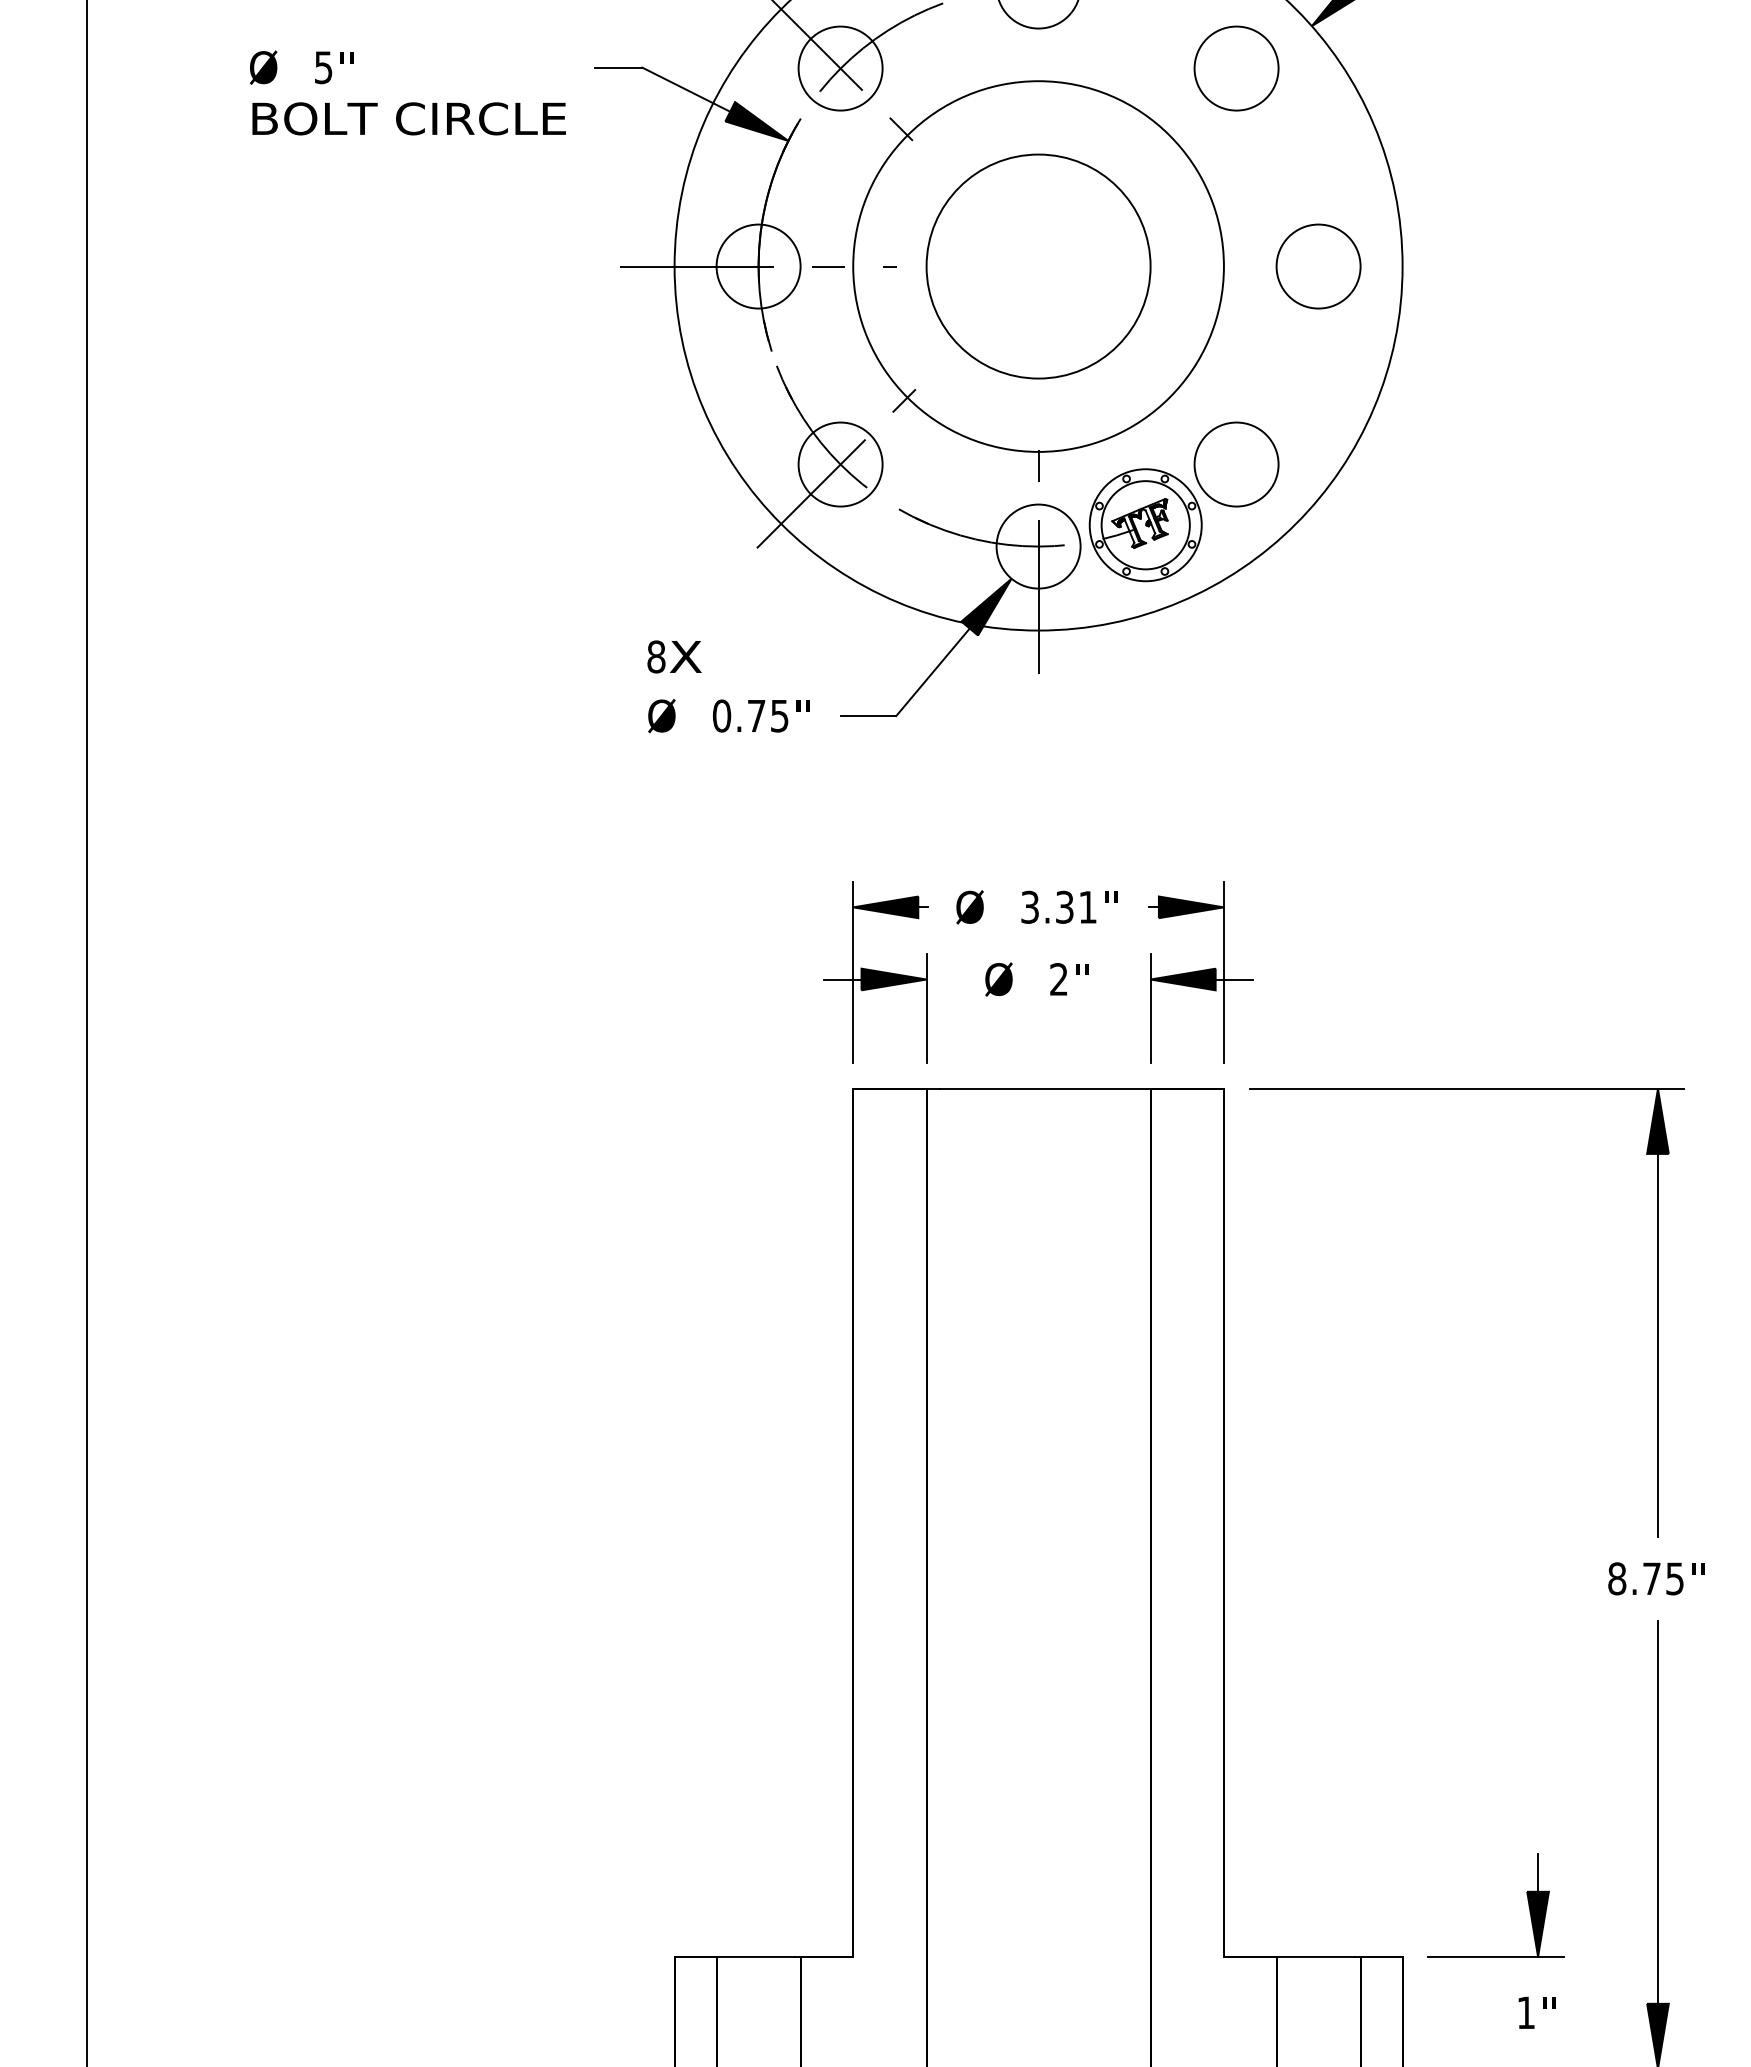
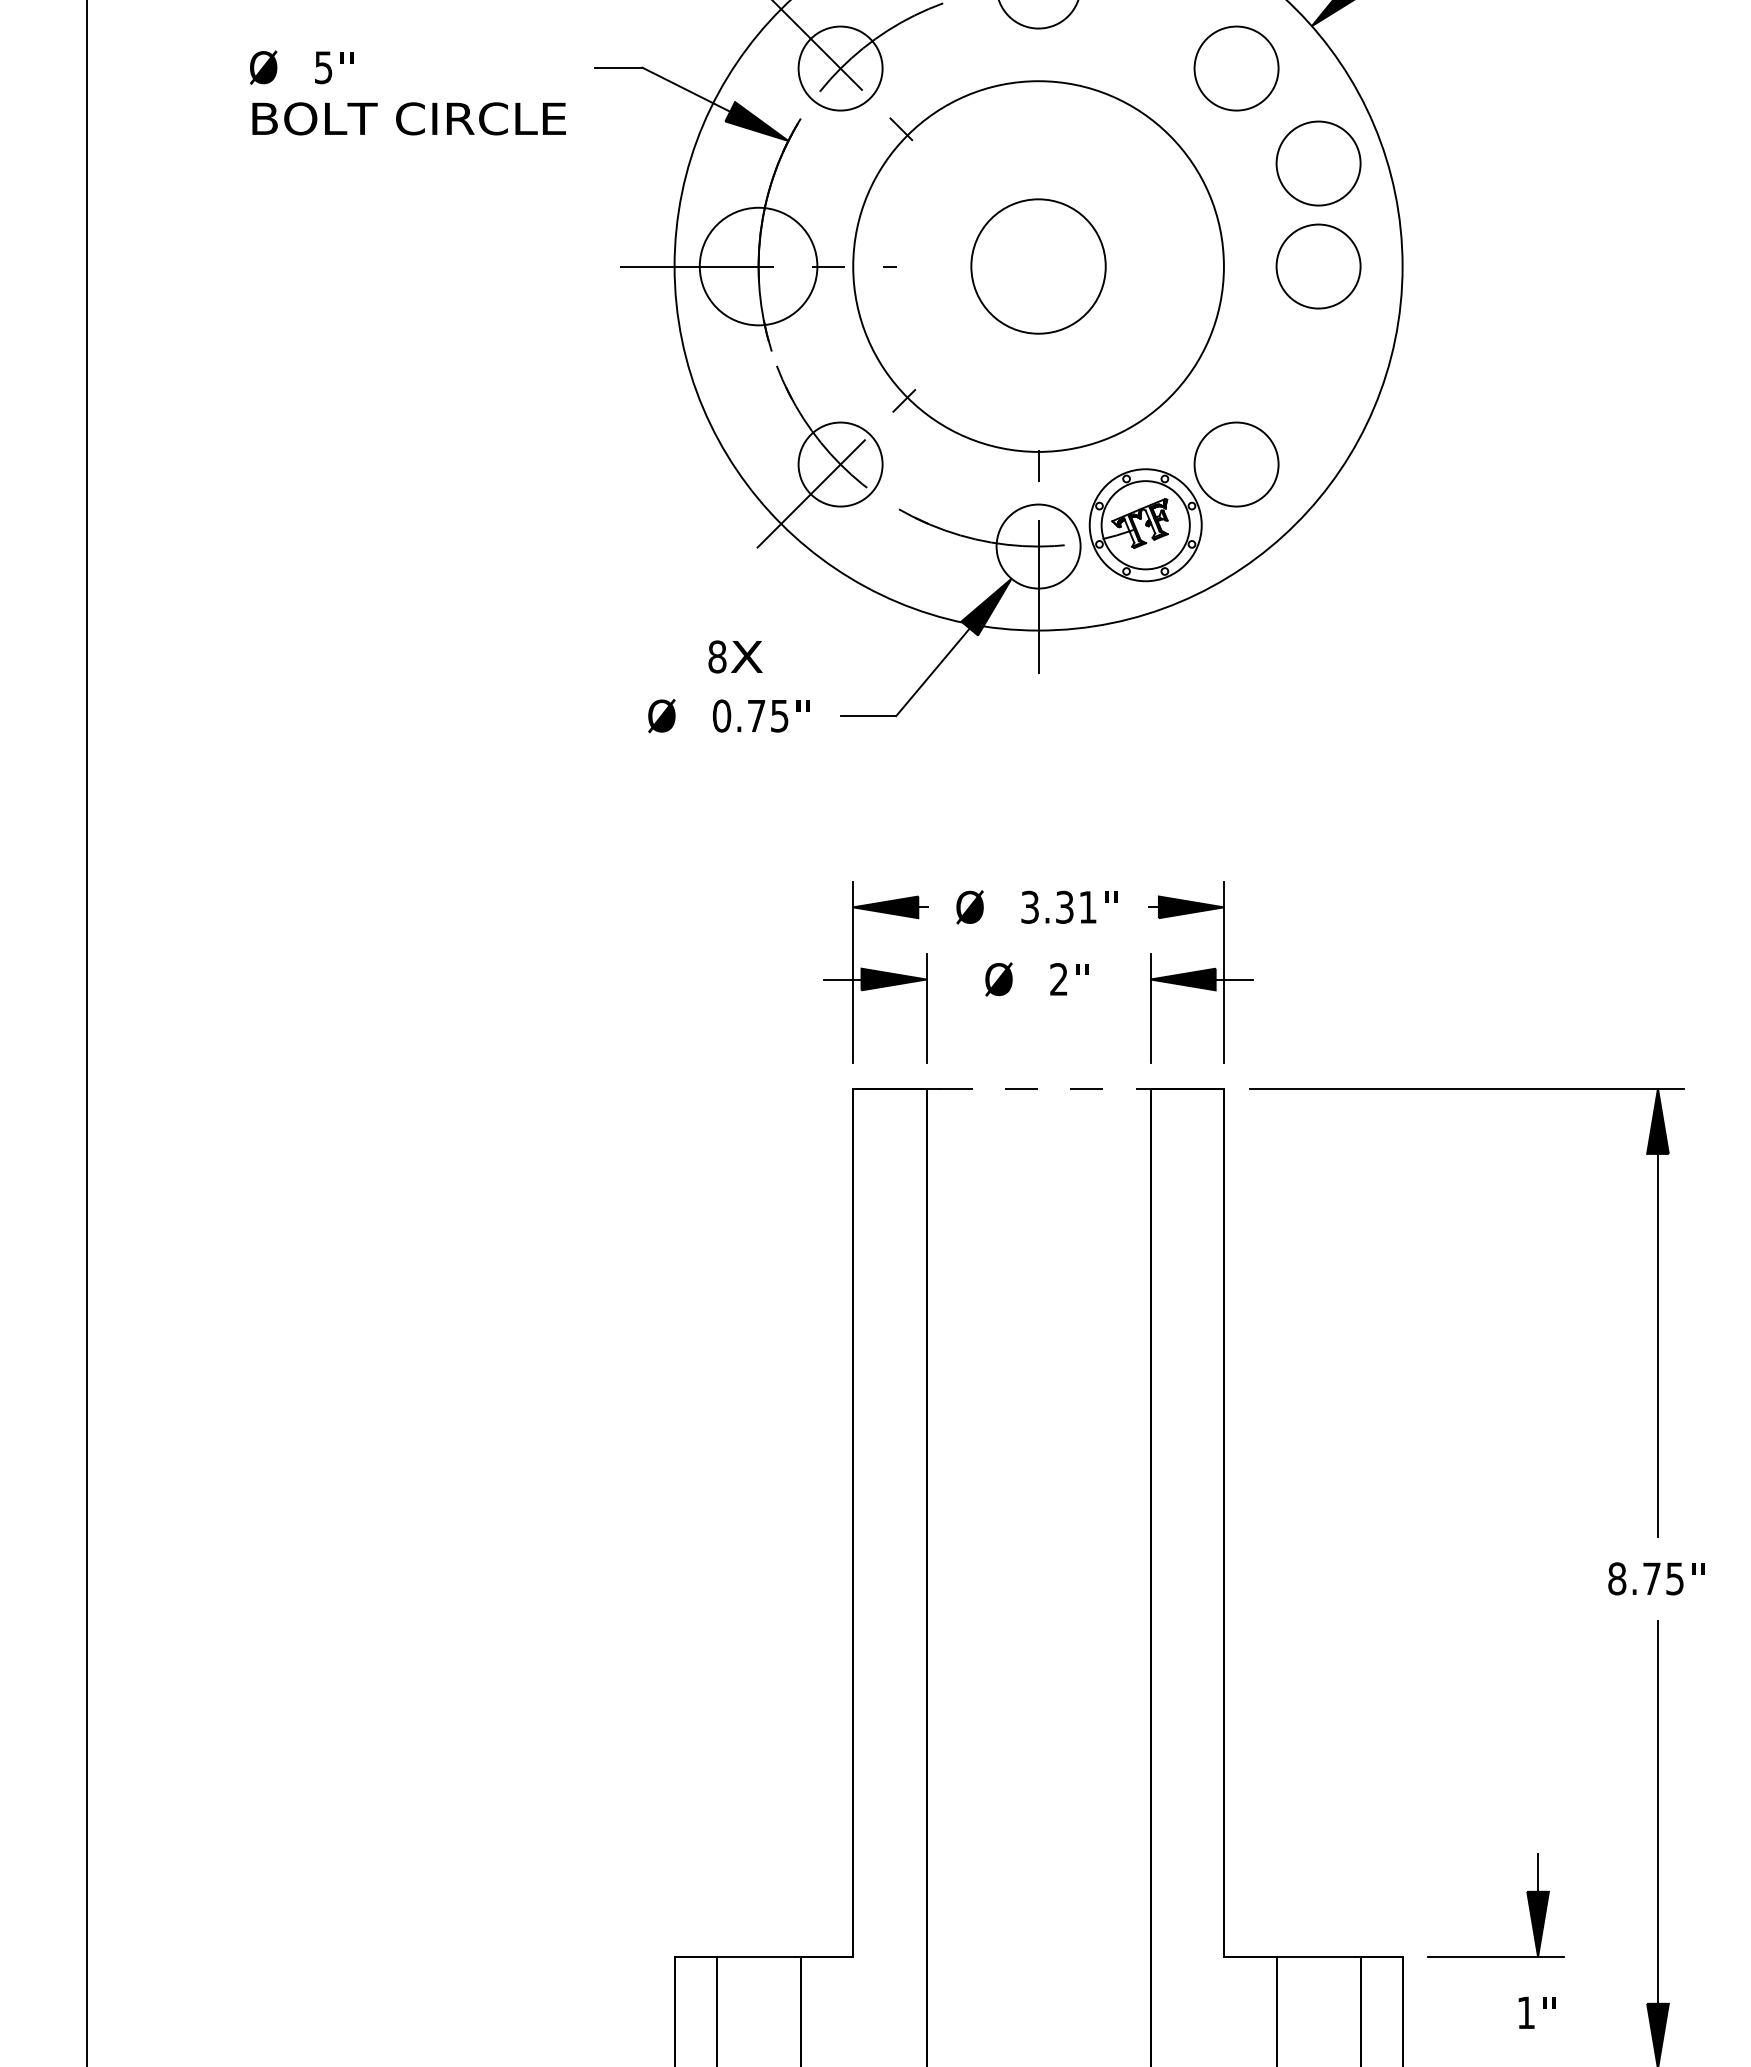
circle at (1318, 163): none -> present
circle at (758, 266) diameter: 84 px -> 118 px
circle at (1038, 266) size: 227x227 px -> 137x137 px
text at (674, 656) position: (674, 656) -> (735, 656)
line at (1045, 1088): solid -> dashed
